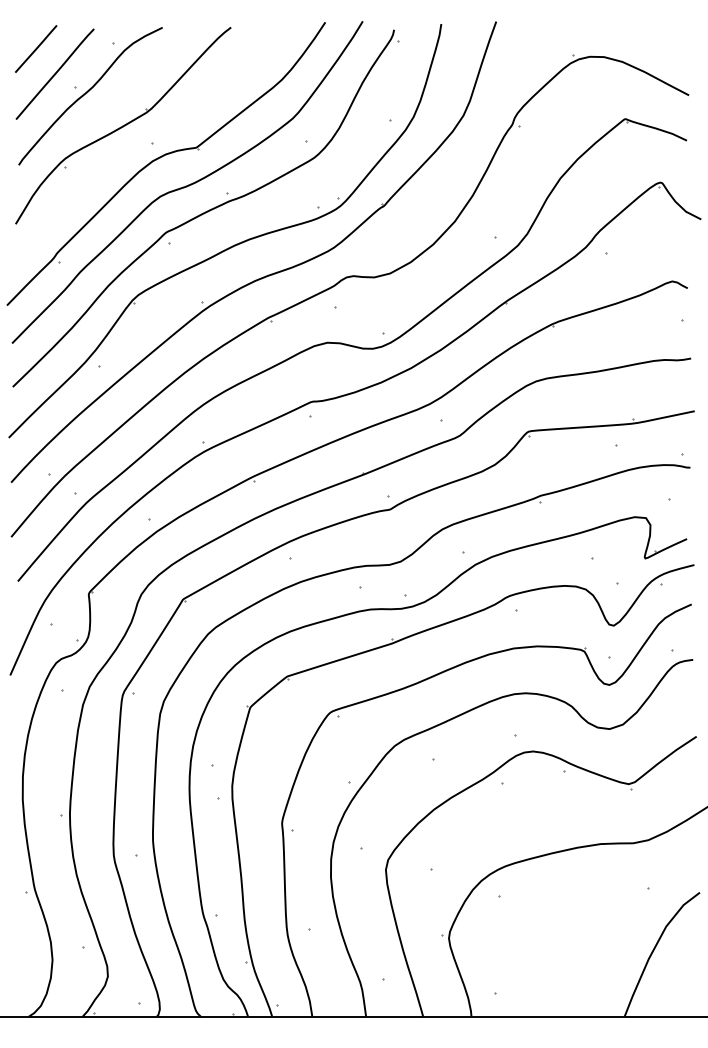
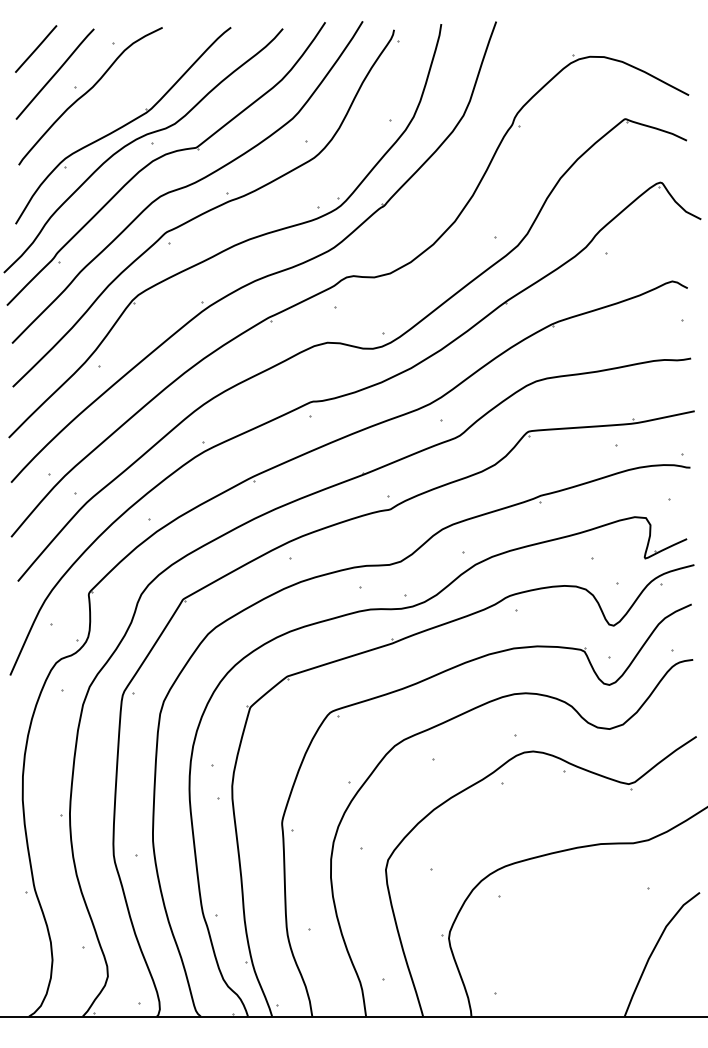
curve at (135, 141): none -> present
